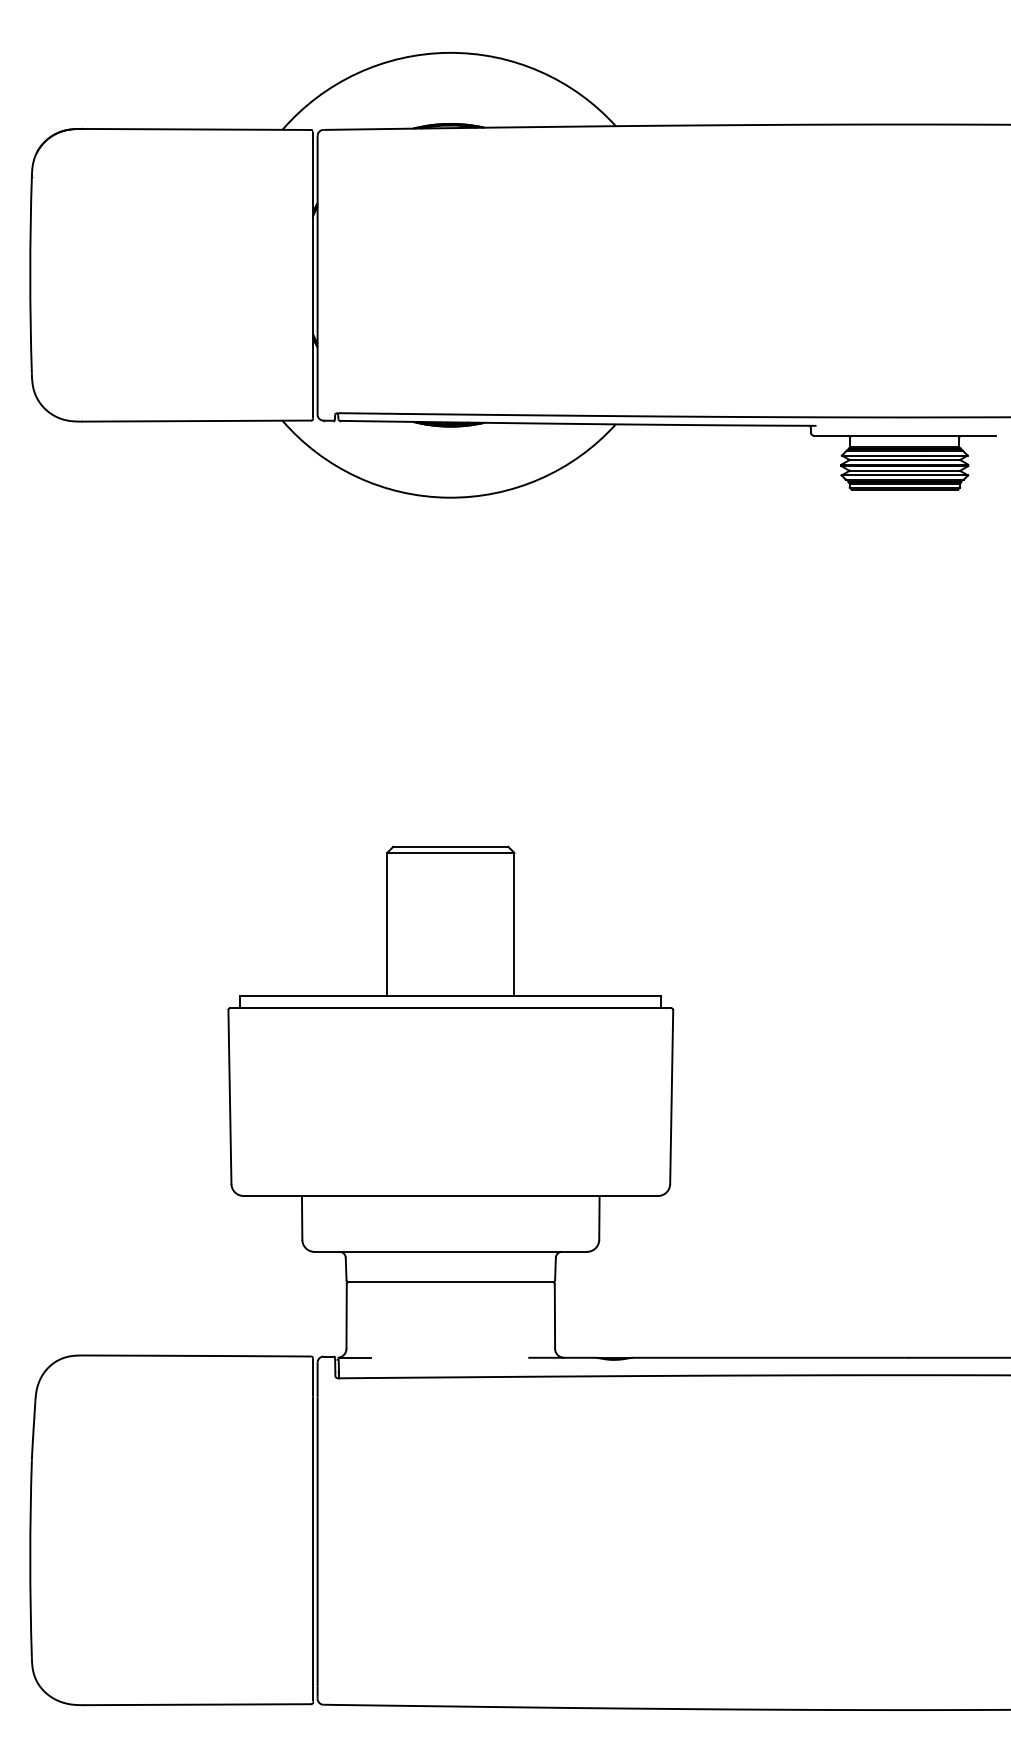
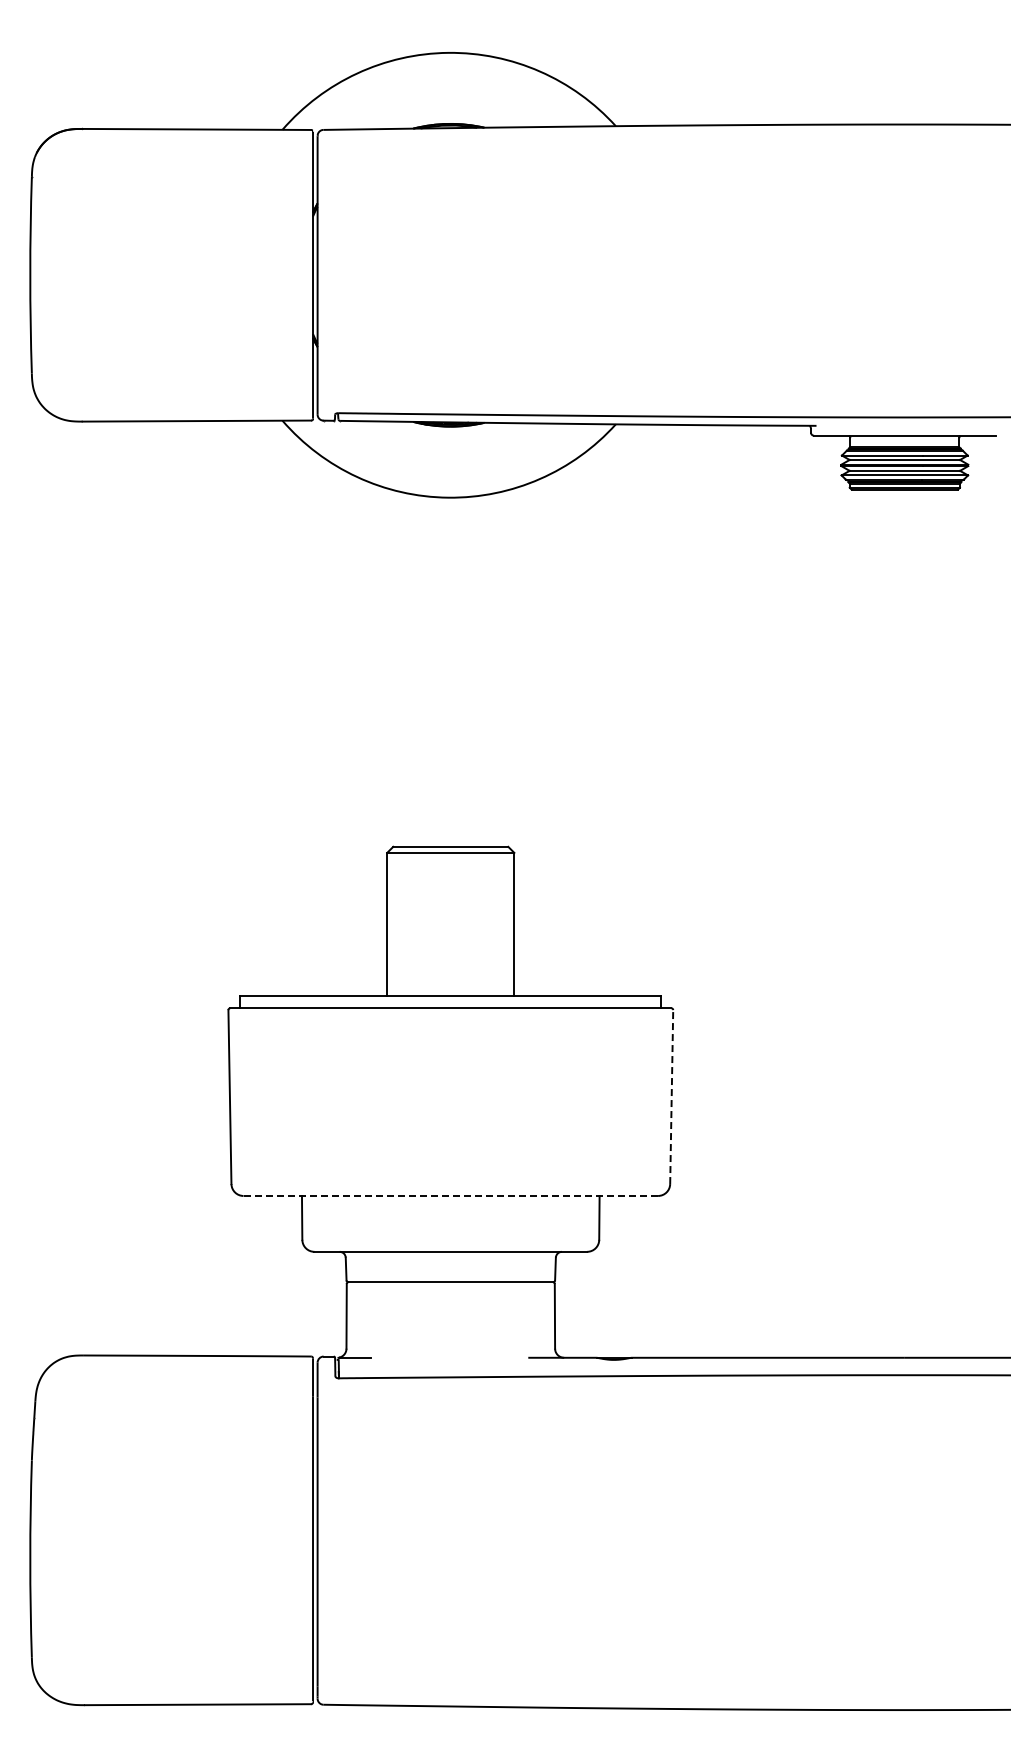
line at (671, 1097): solid -> dashed
line at (450, 1195): solid -> dashed
